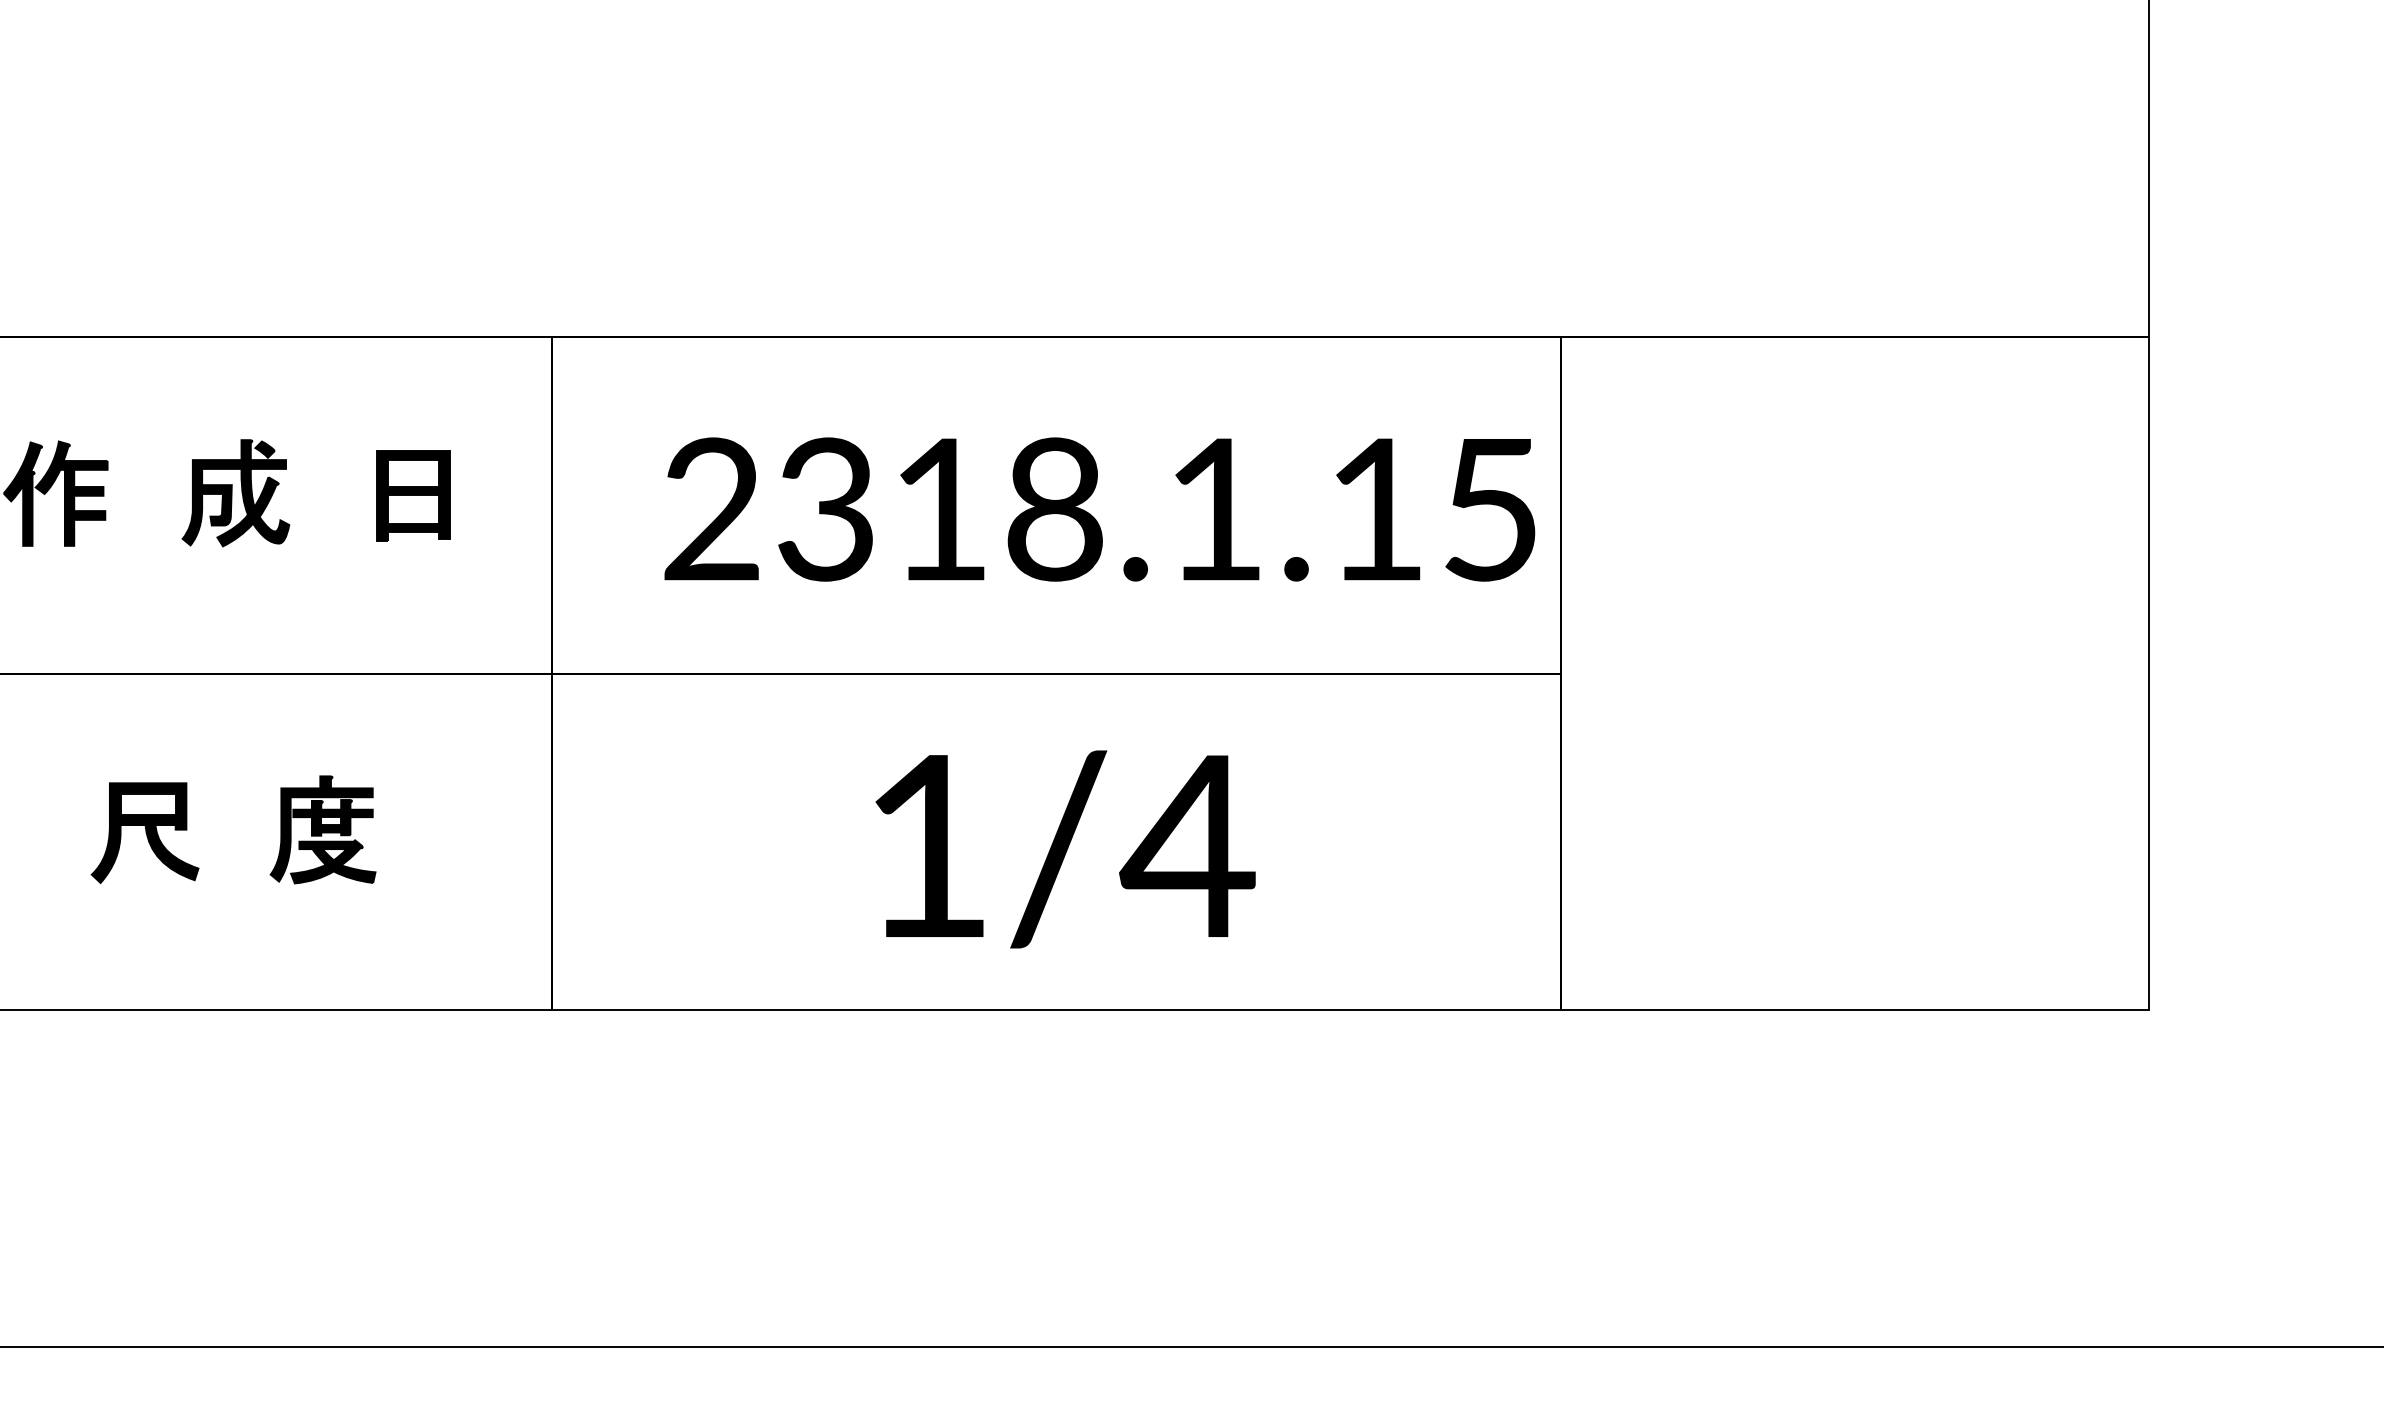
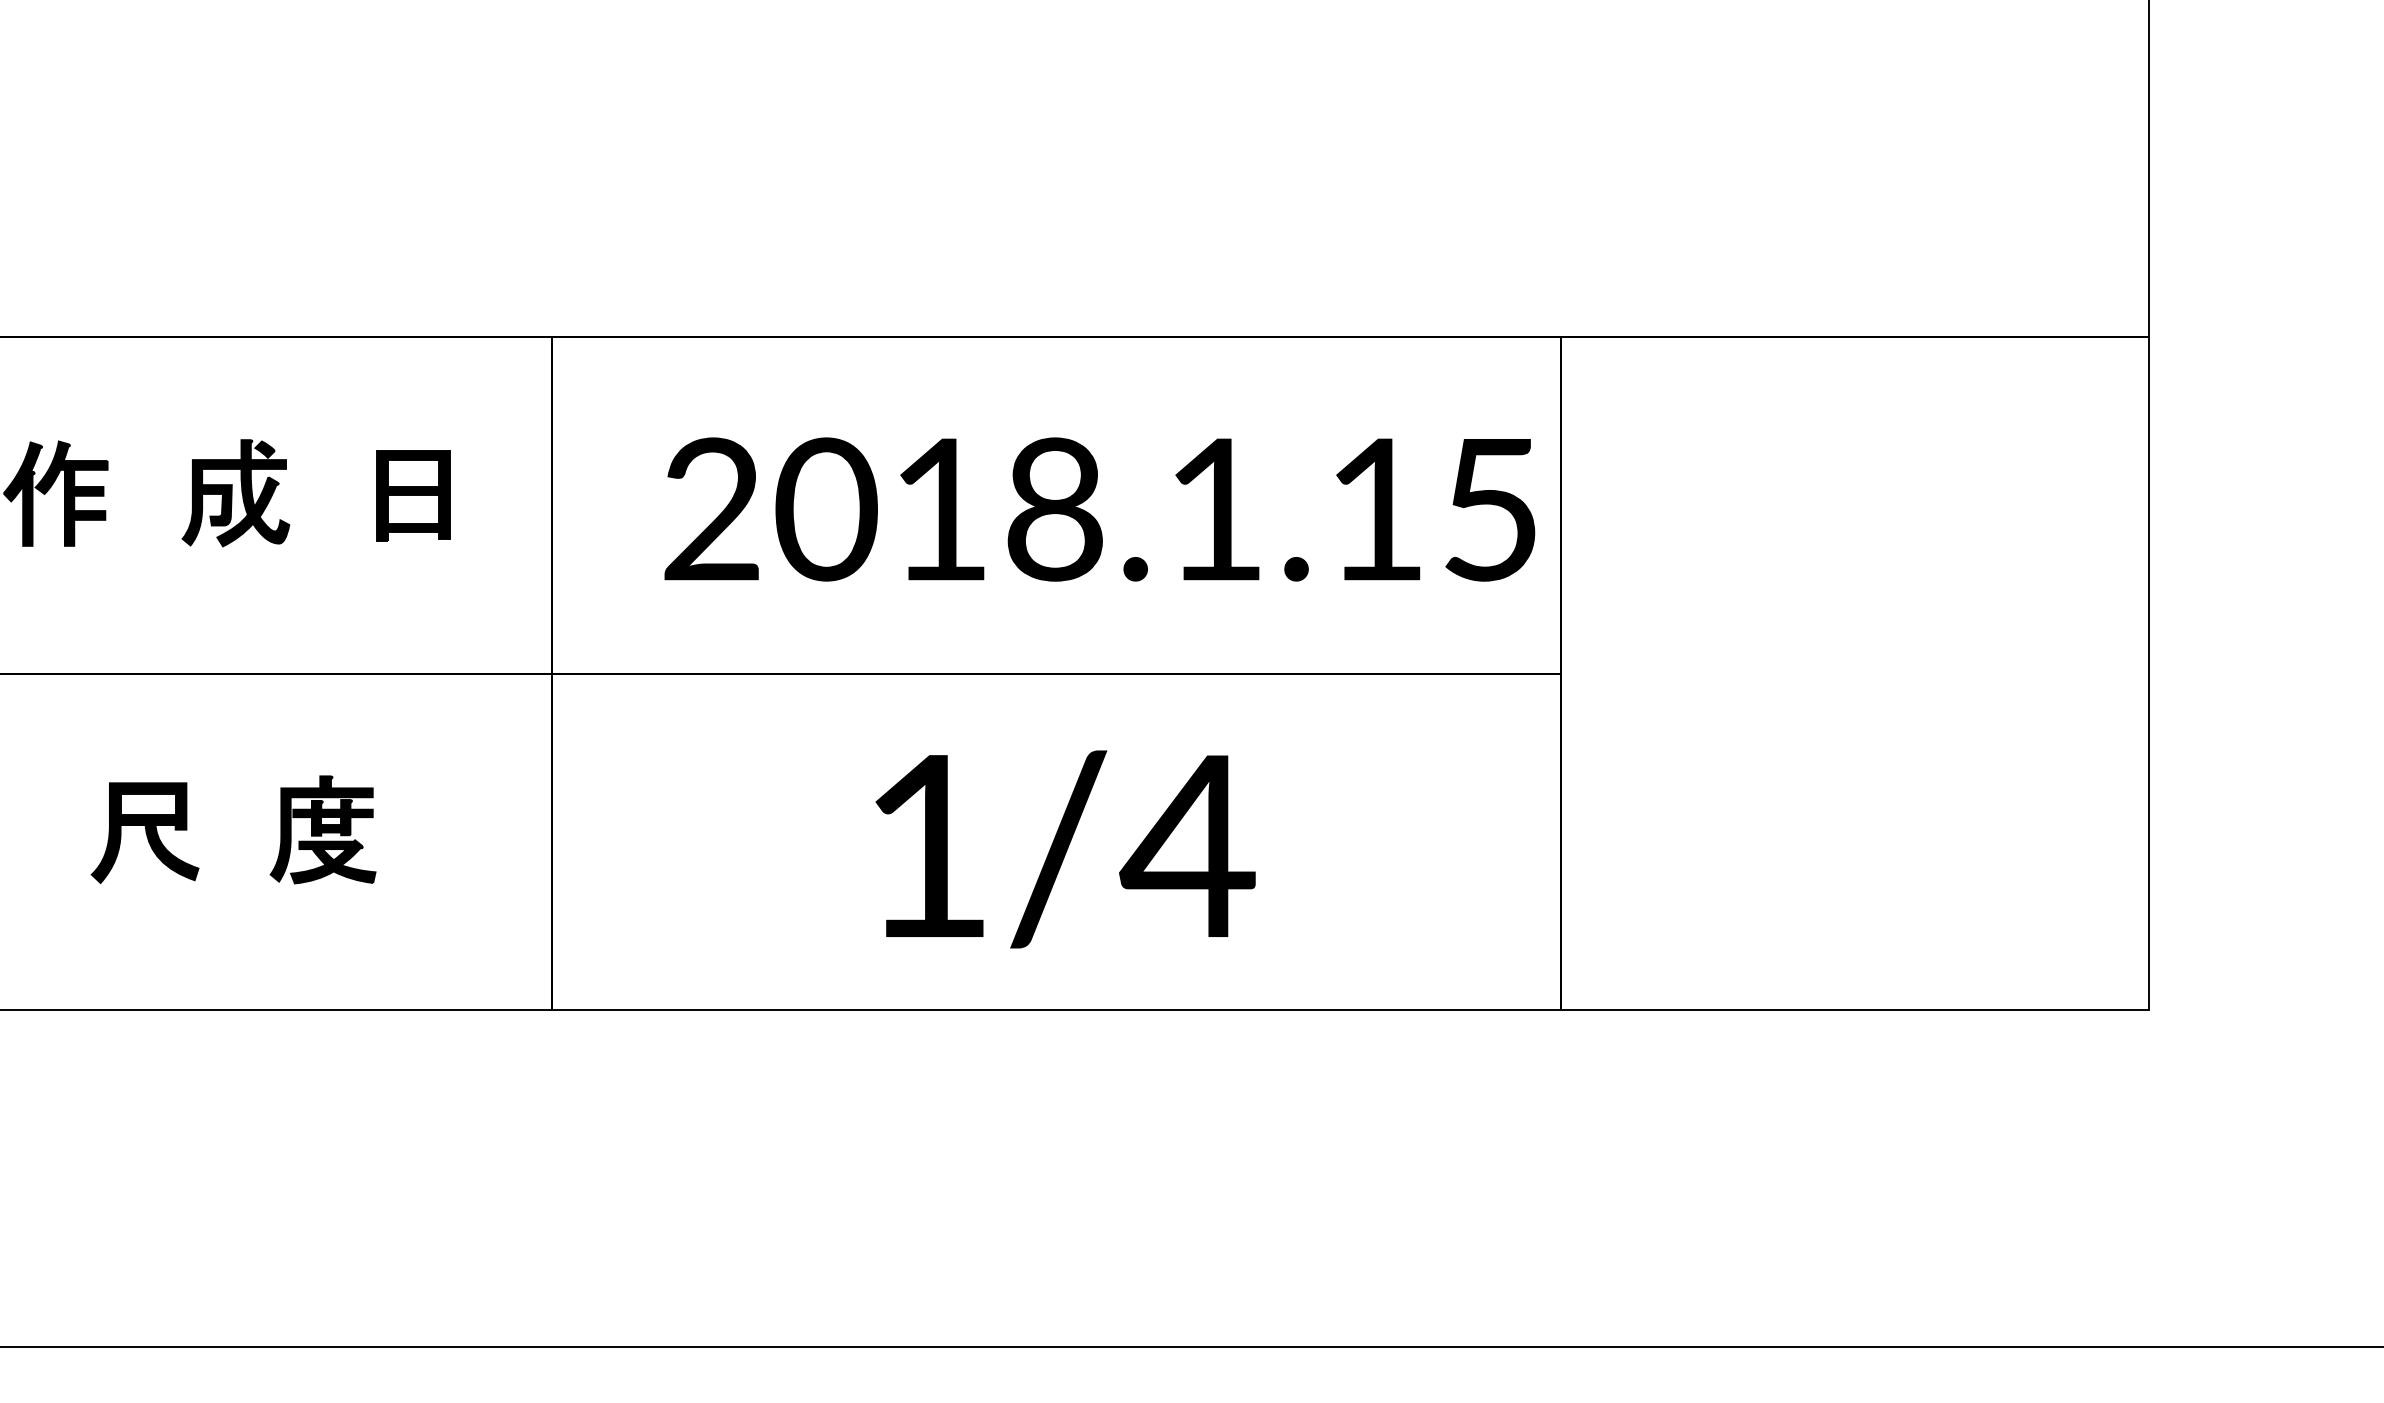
text at (826, 509): 2318.1.15 -> 2018.1.15
